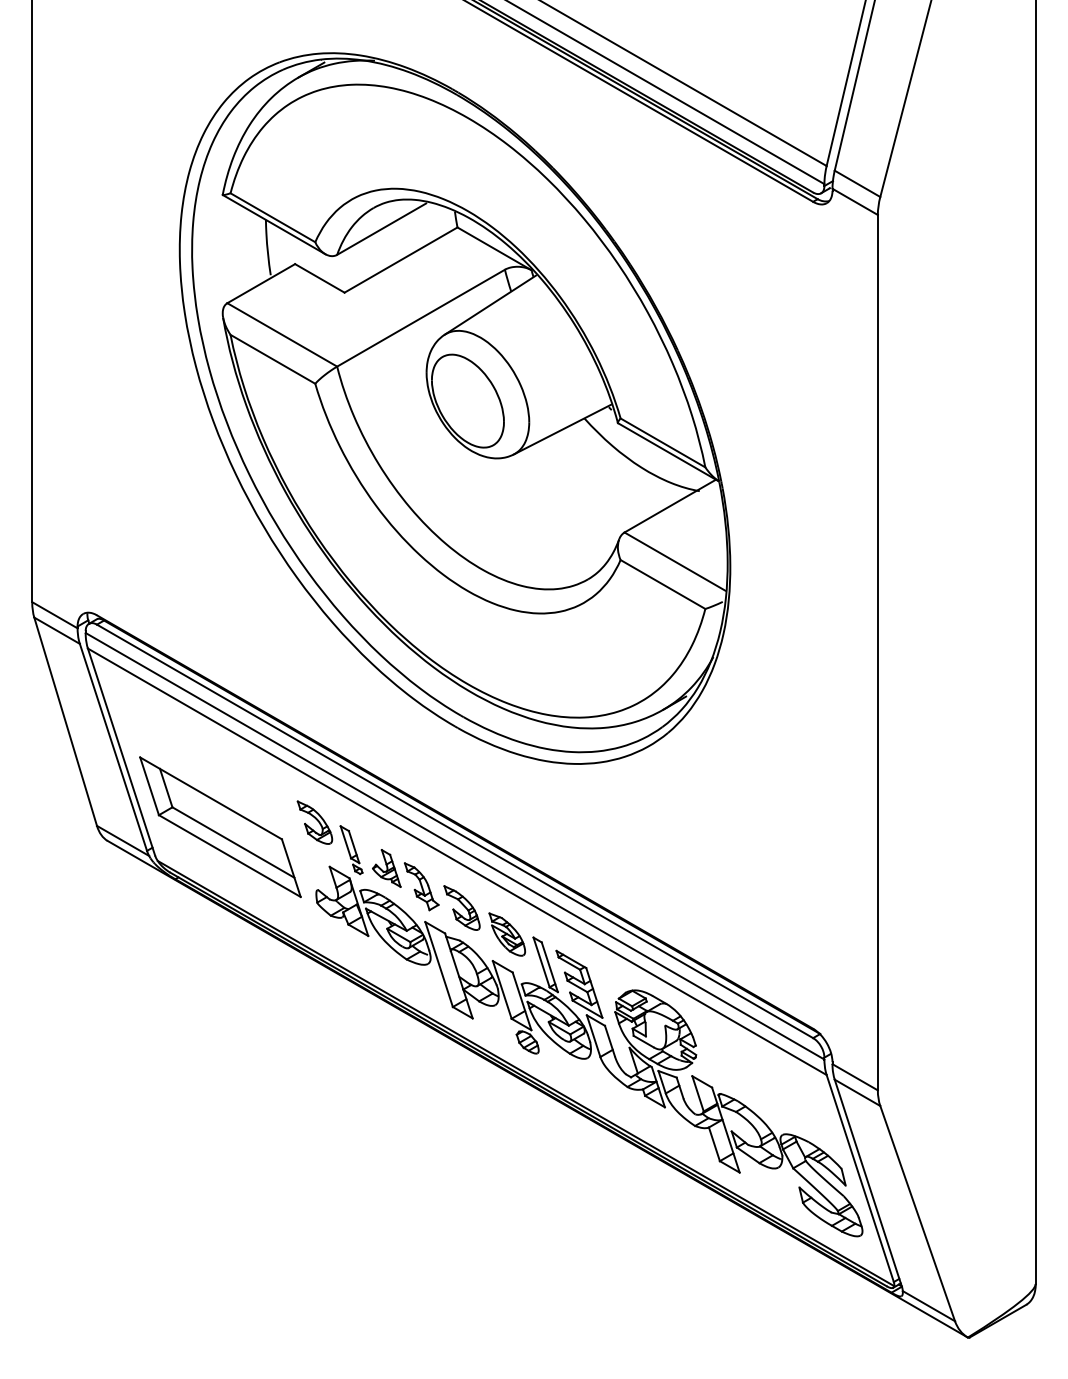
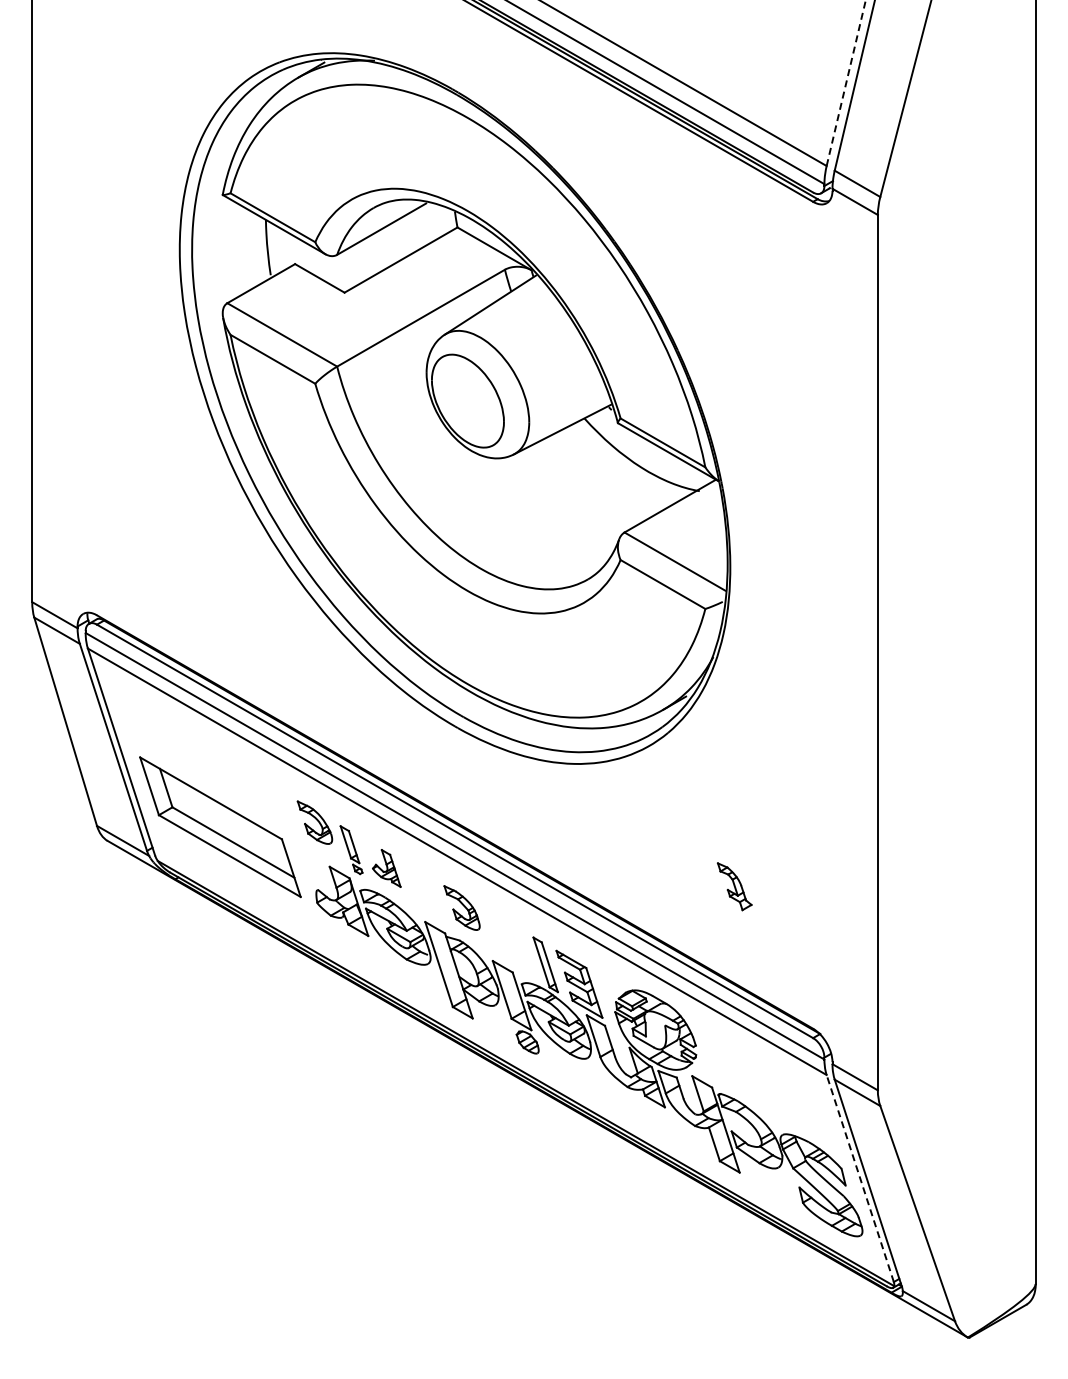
line at (846, 83): solid -> dashed
part at (421, 886) position: (421, 886) -> (734, 886)
part at (506, 934): present -> none
line at (860, 1178): solid -> dashed
